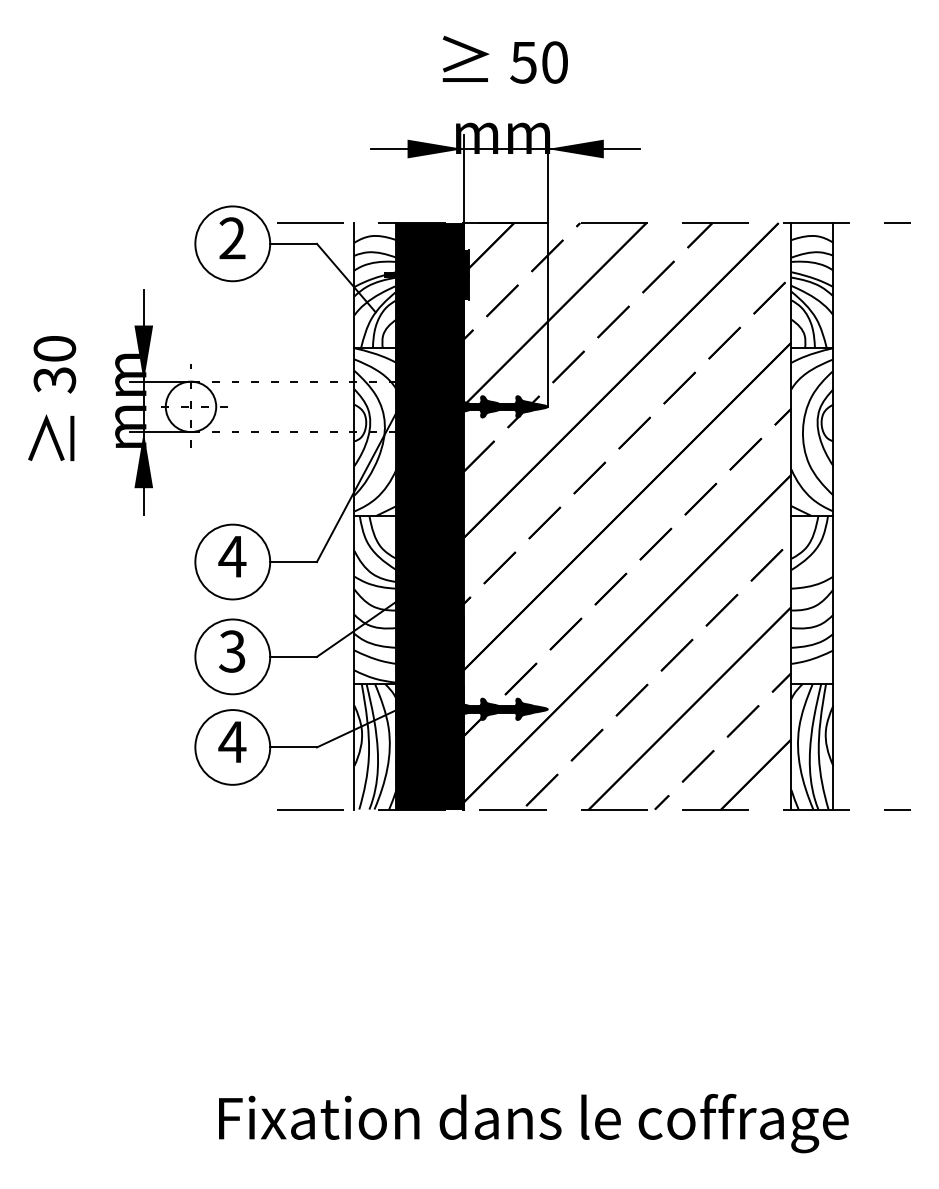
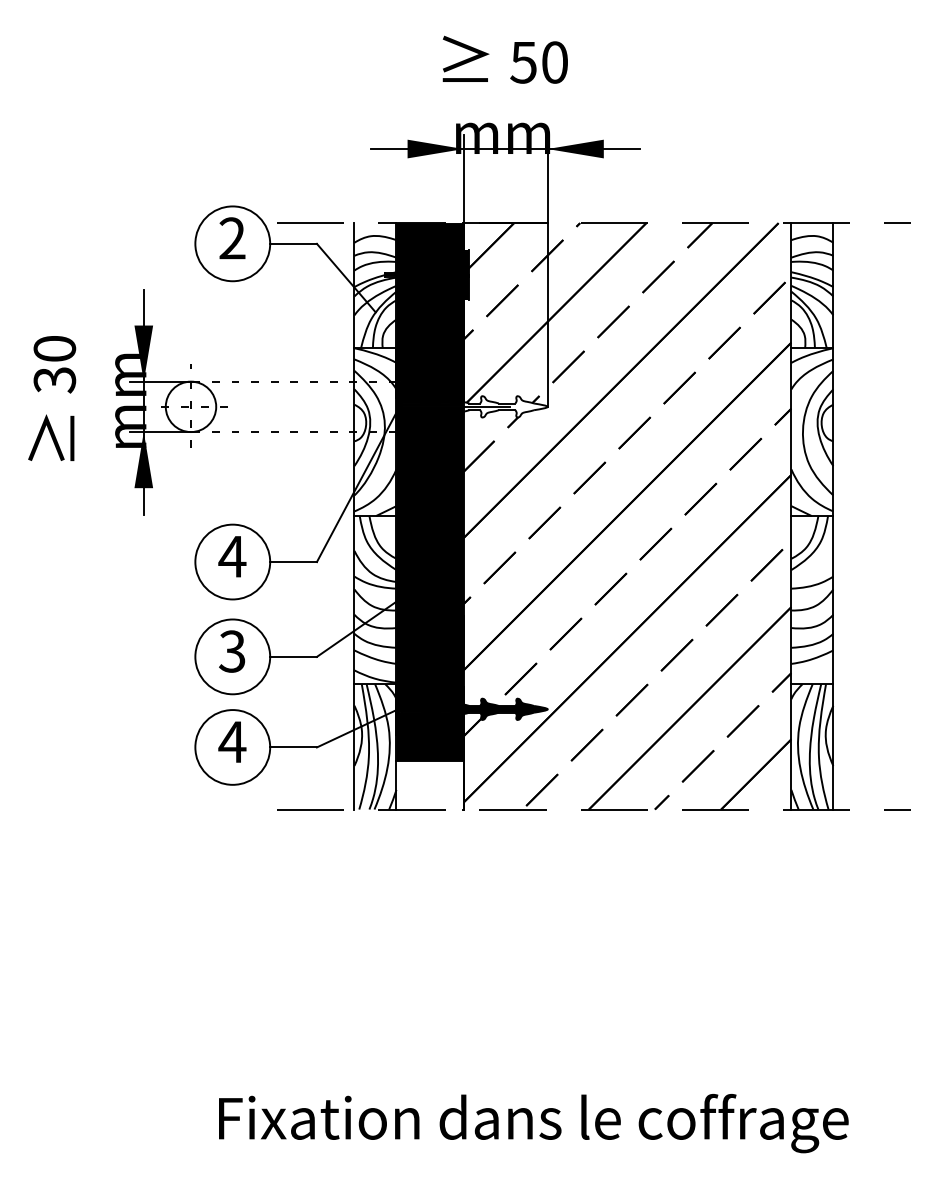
fill at (505, 406): present -> none
fill at (429, 784): present -> none
